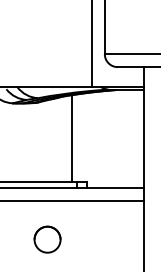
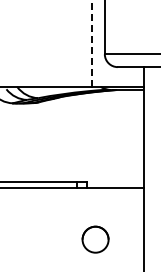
line at (91, 42): solid -> dashed
line at (72, 138): present -> none
line at (72, 200): present -> none
circle at (47, 239) position: (47, 239) -> (95, 239)
